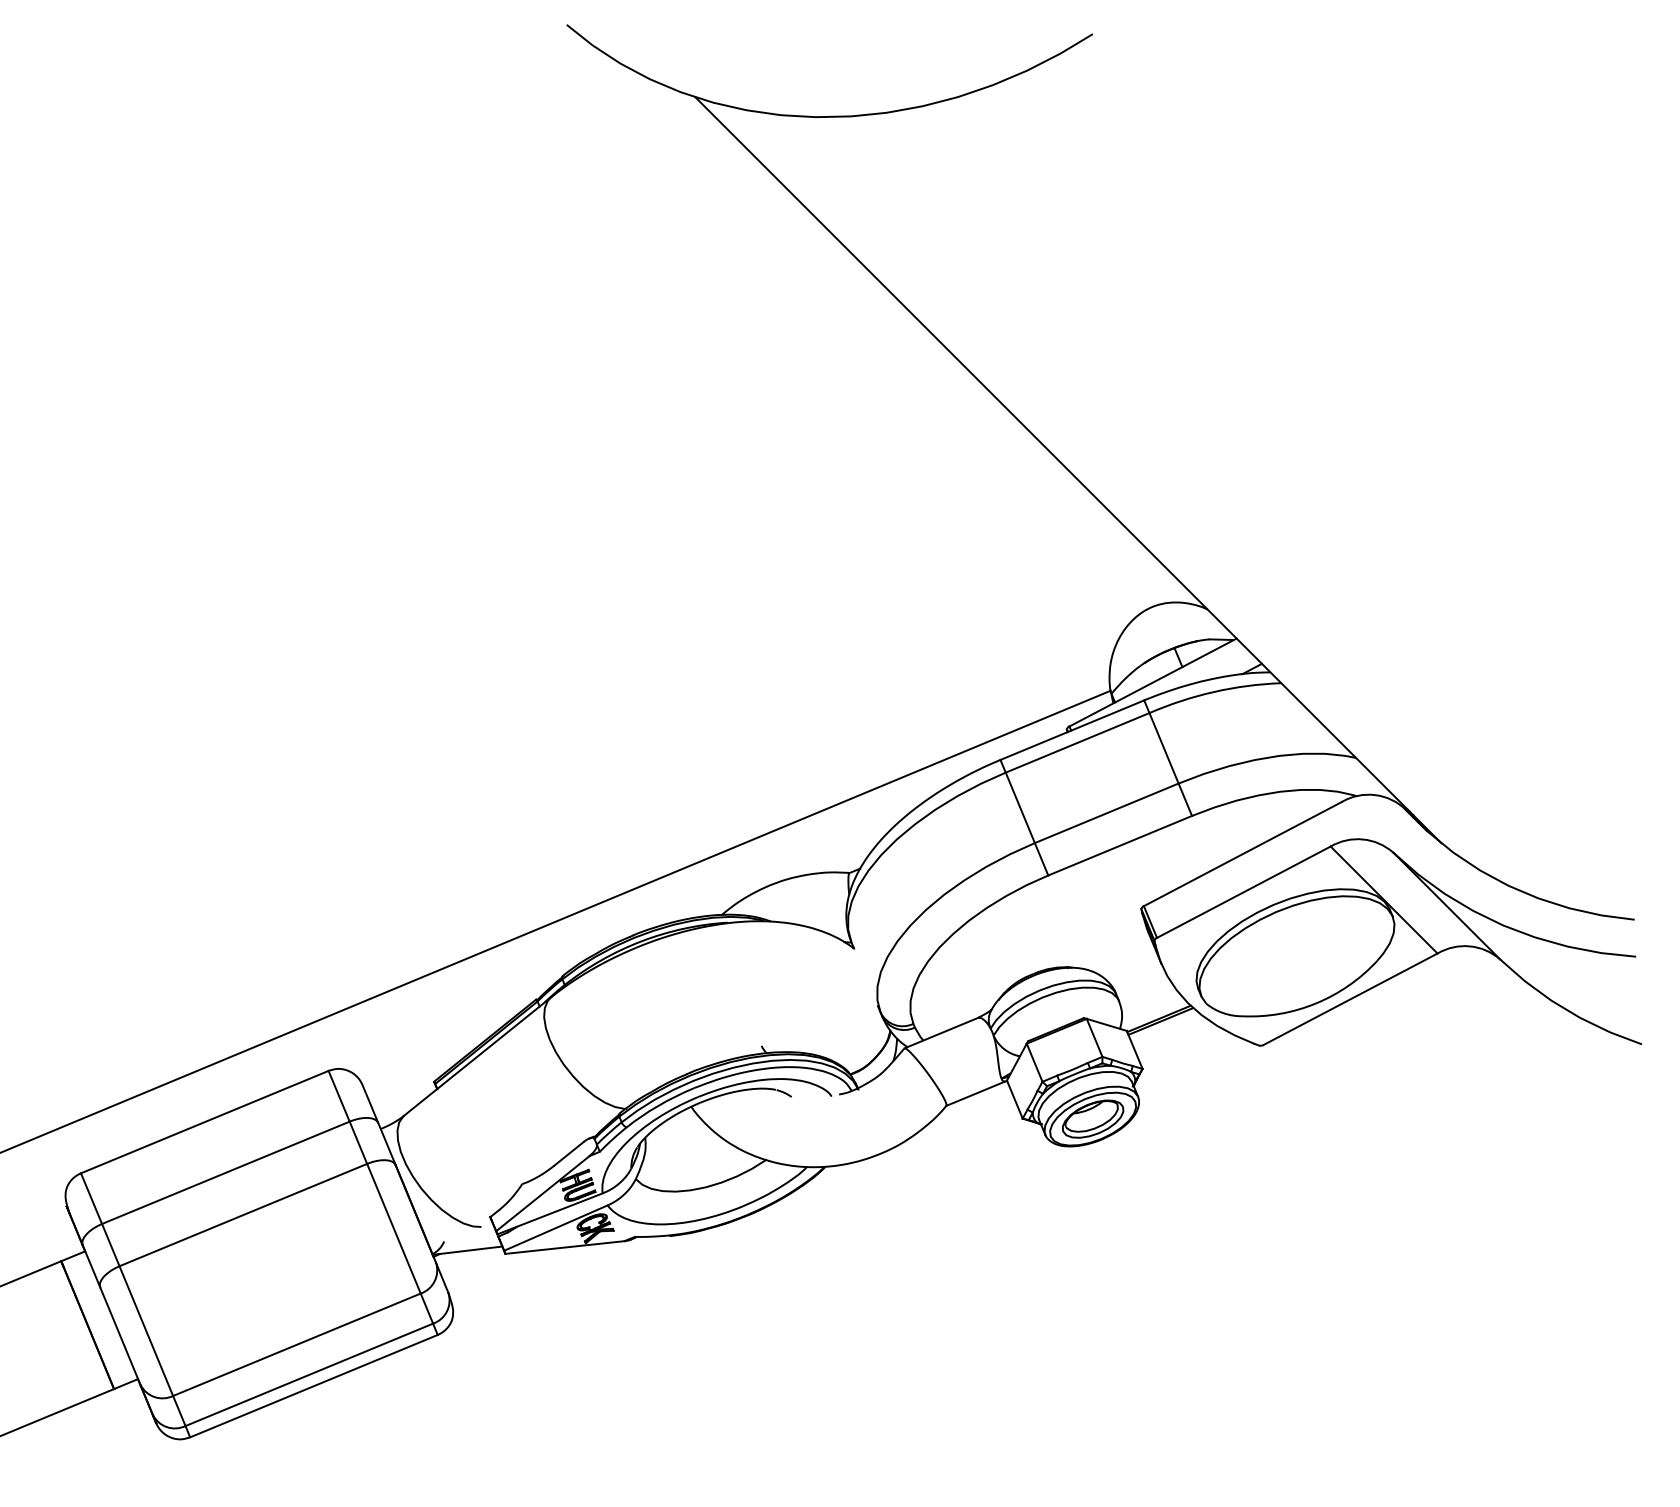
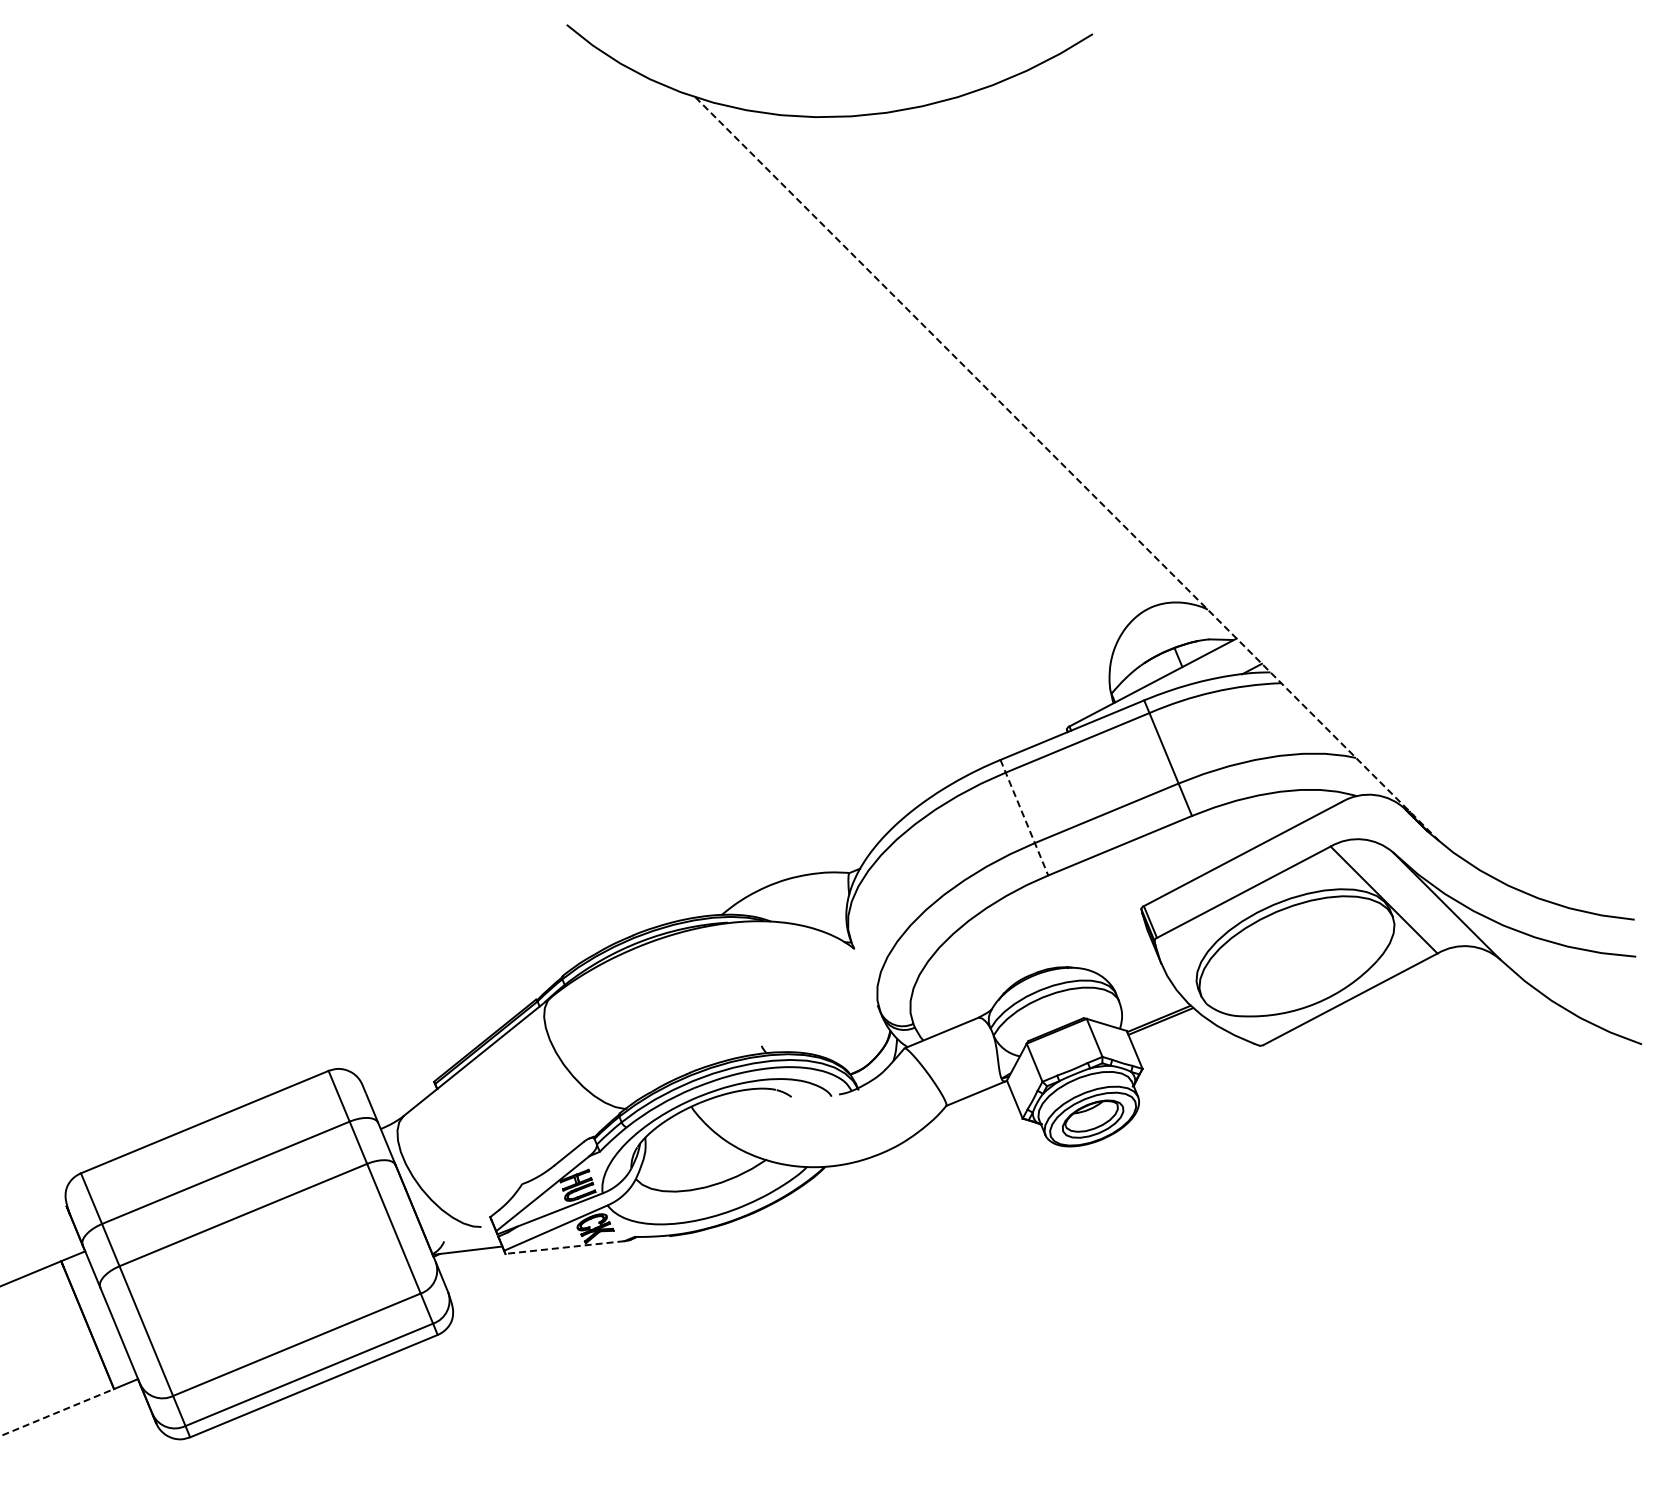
line at (1068, 470): solid -> dashed
line at (1024, 817): solid -> dashed
line at (556, 920): present -> none
line at (564, 1247): solid -> dashed
line at (57, 1412): solid -> dashed
